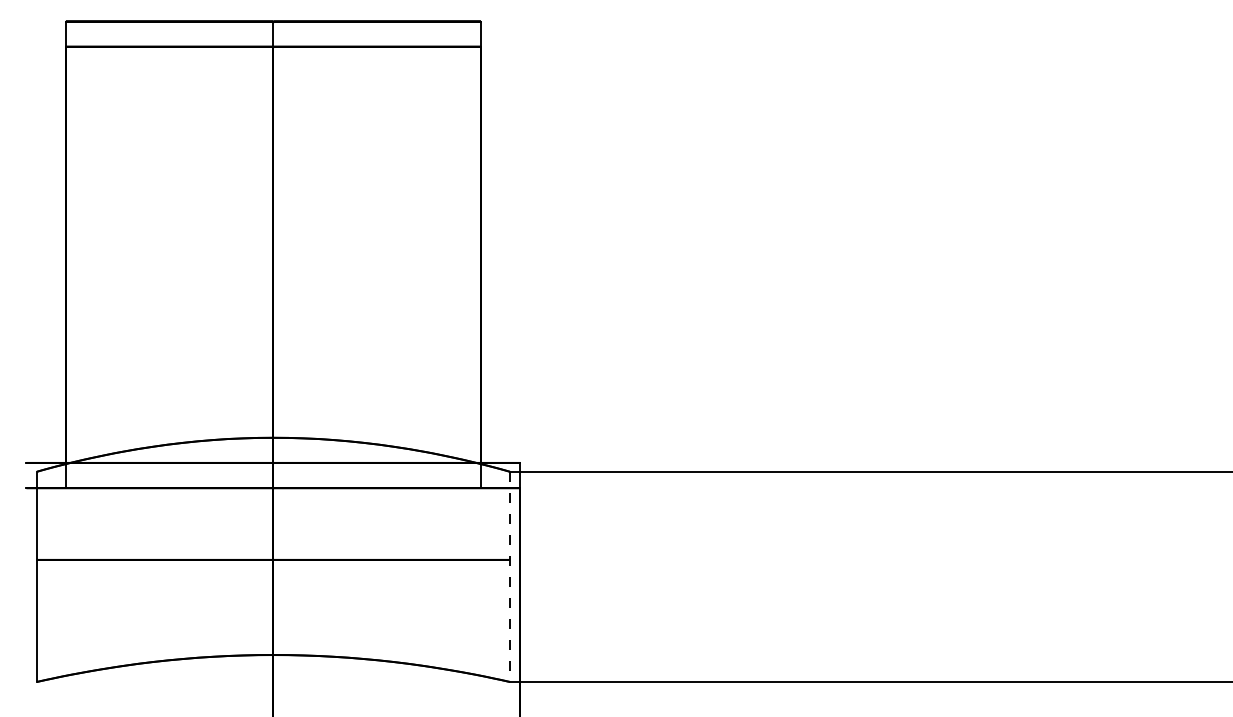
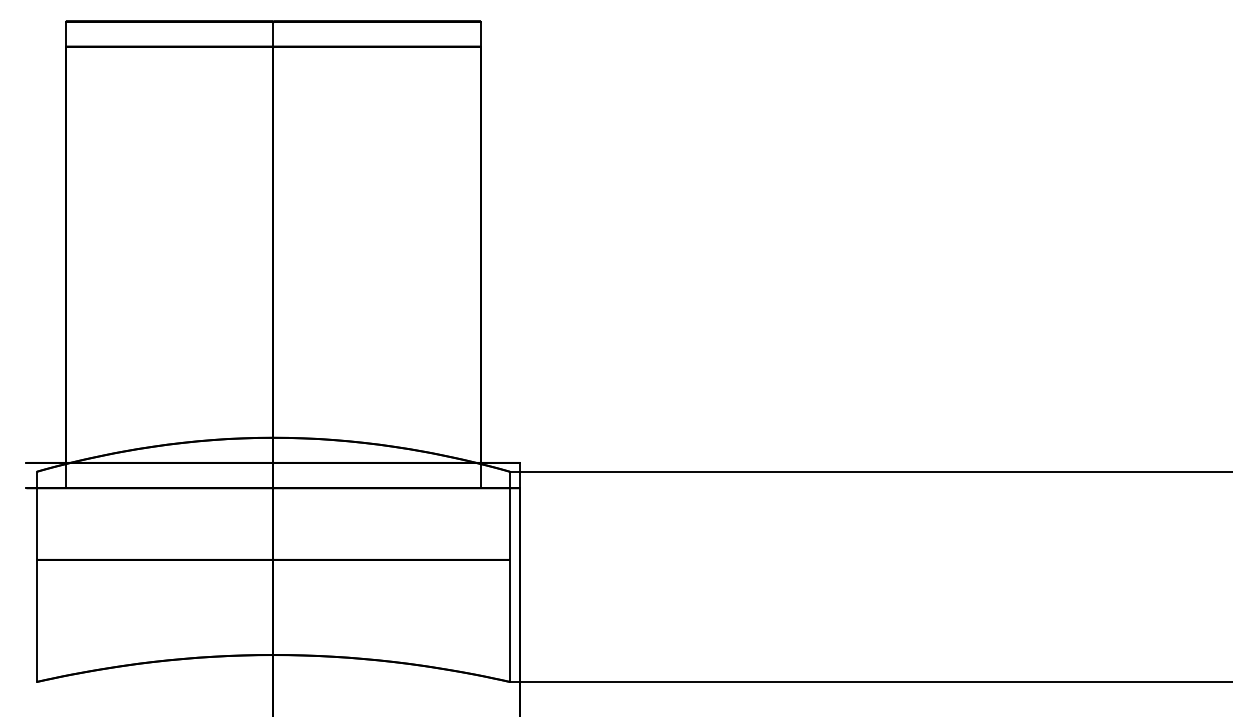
line at (509, 577): dashed -> solid
